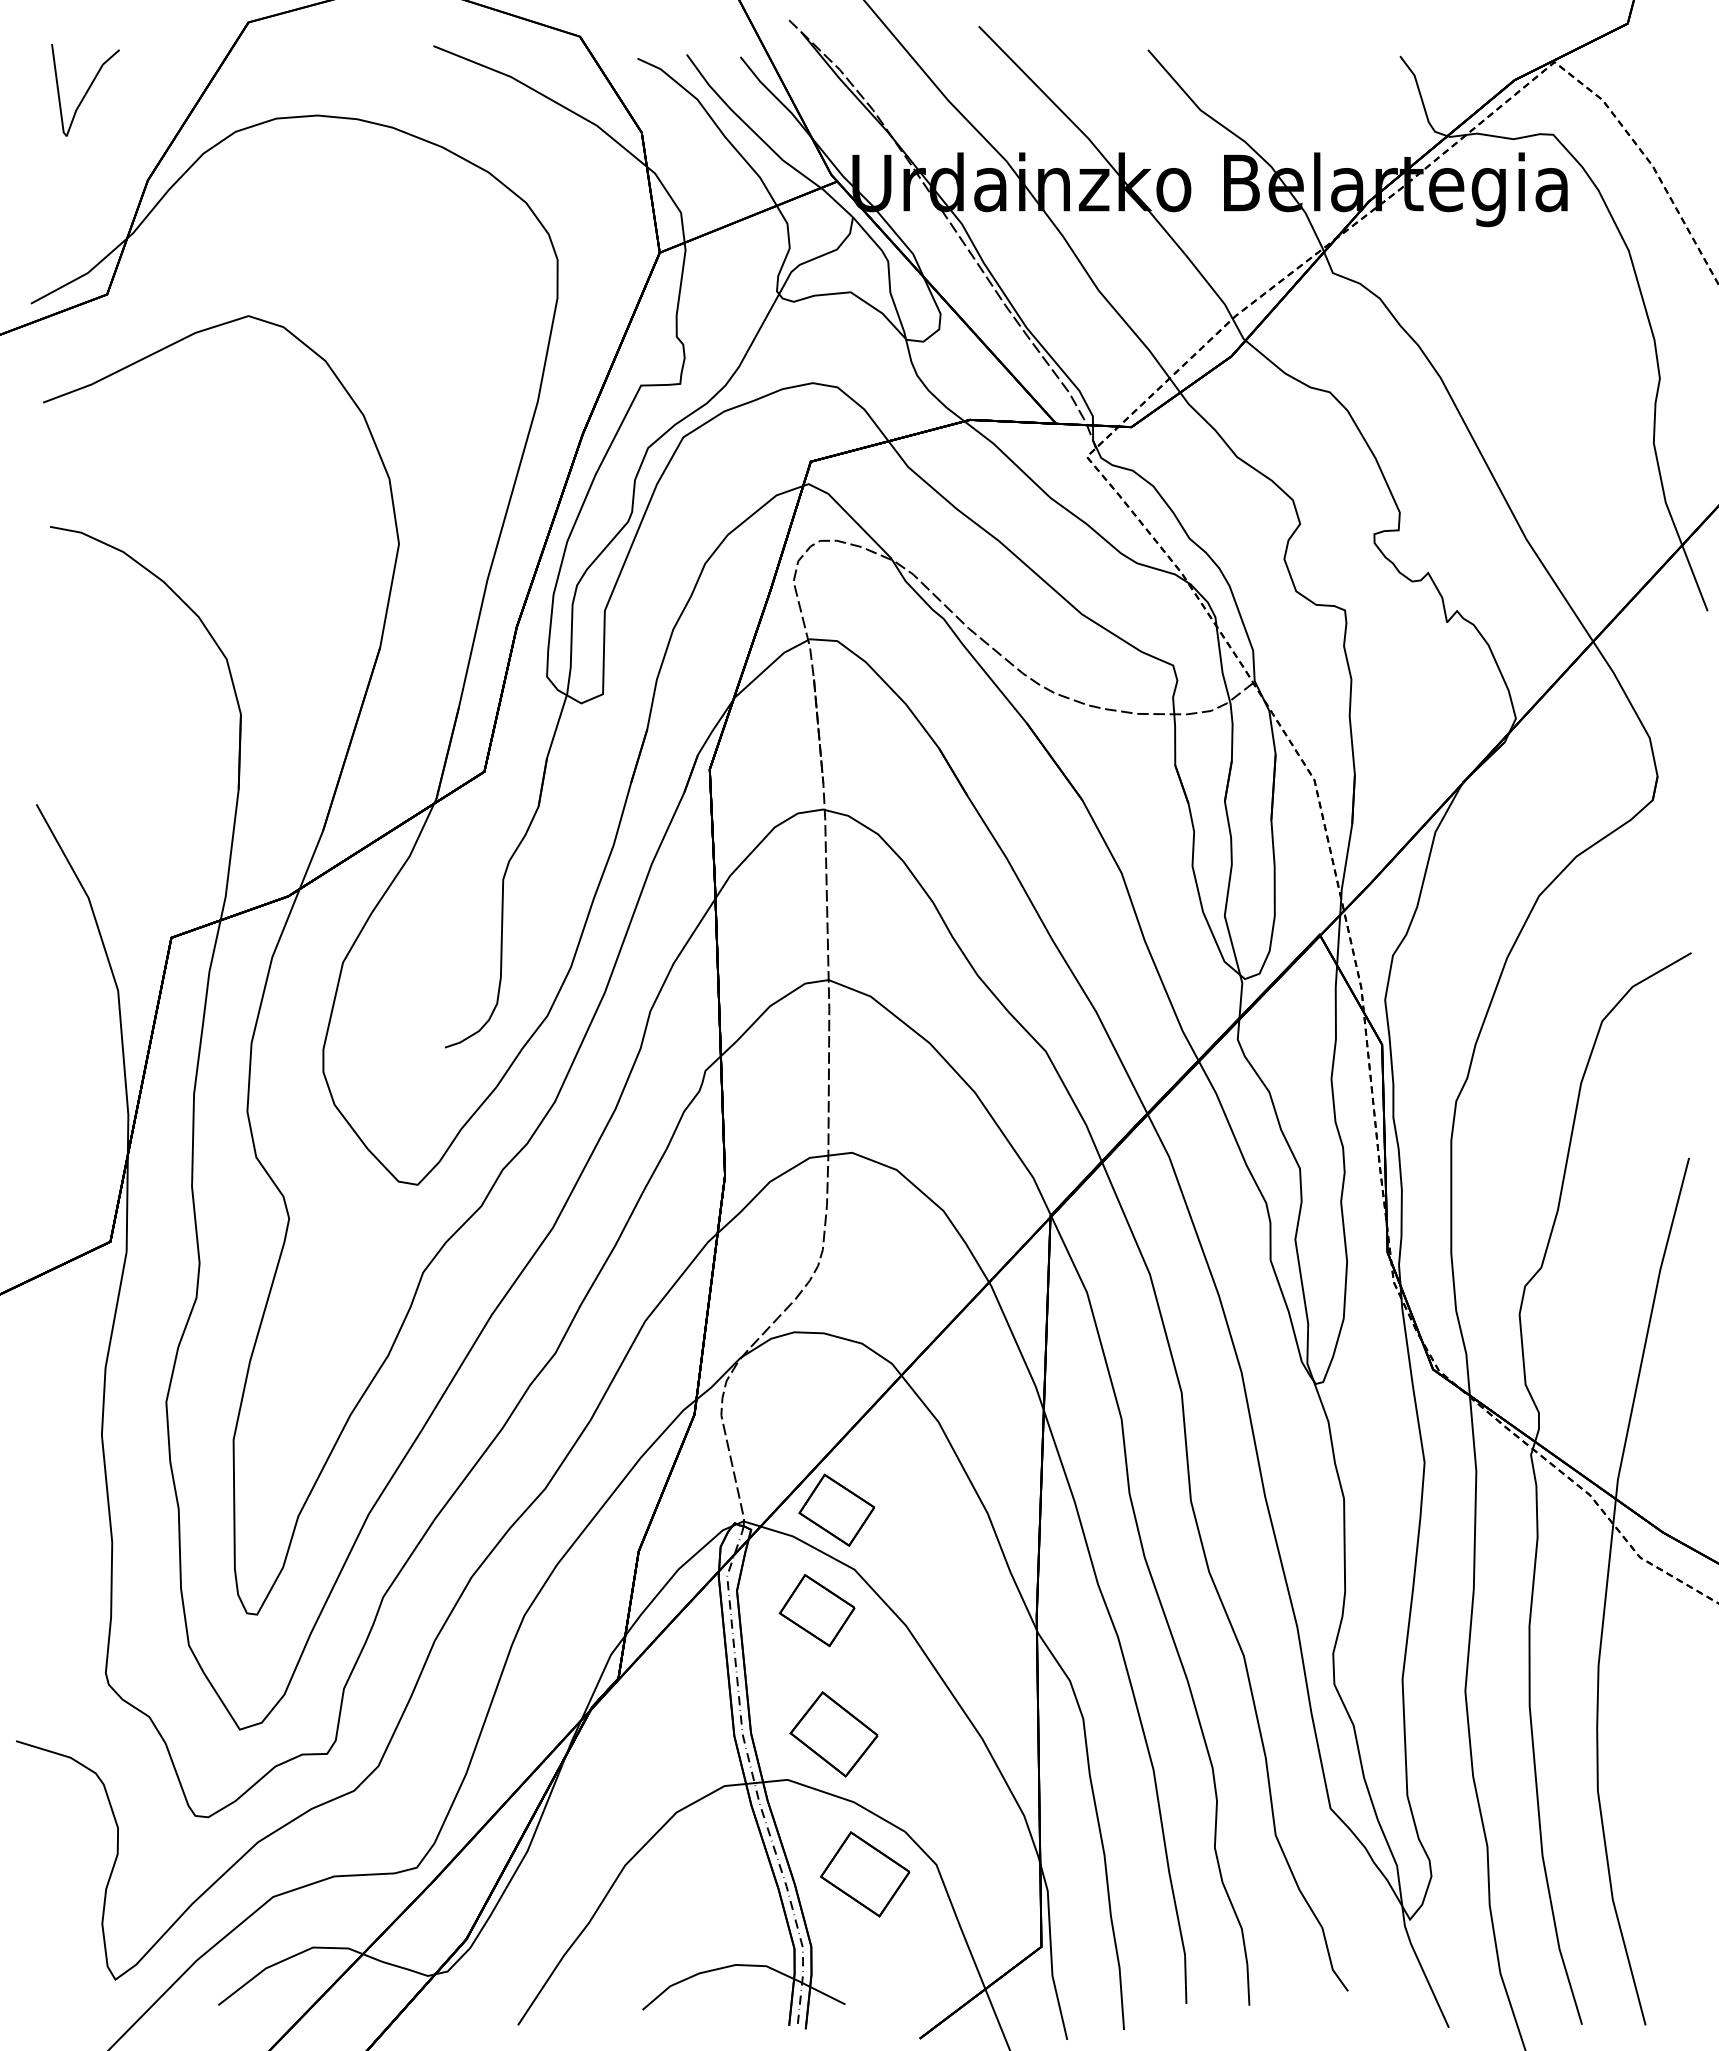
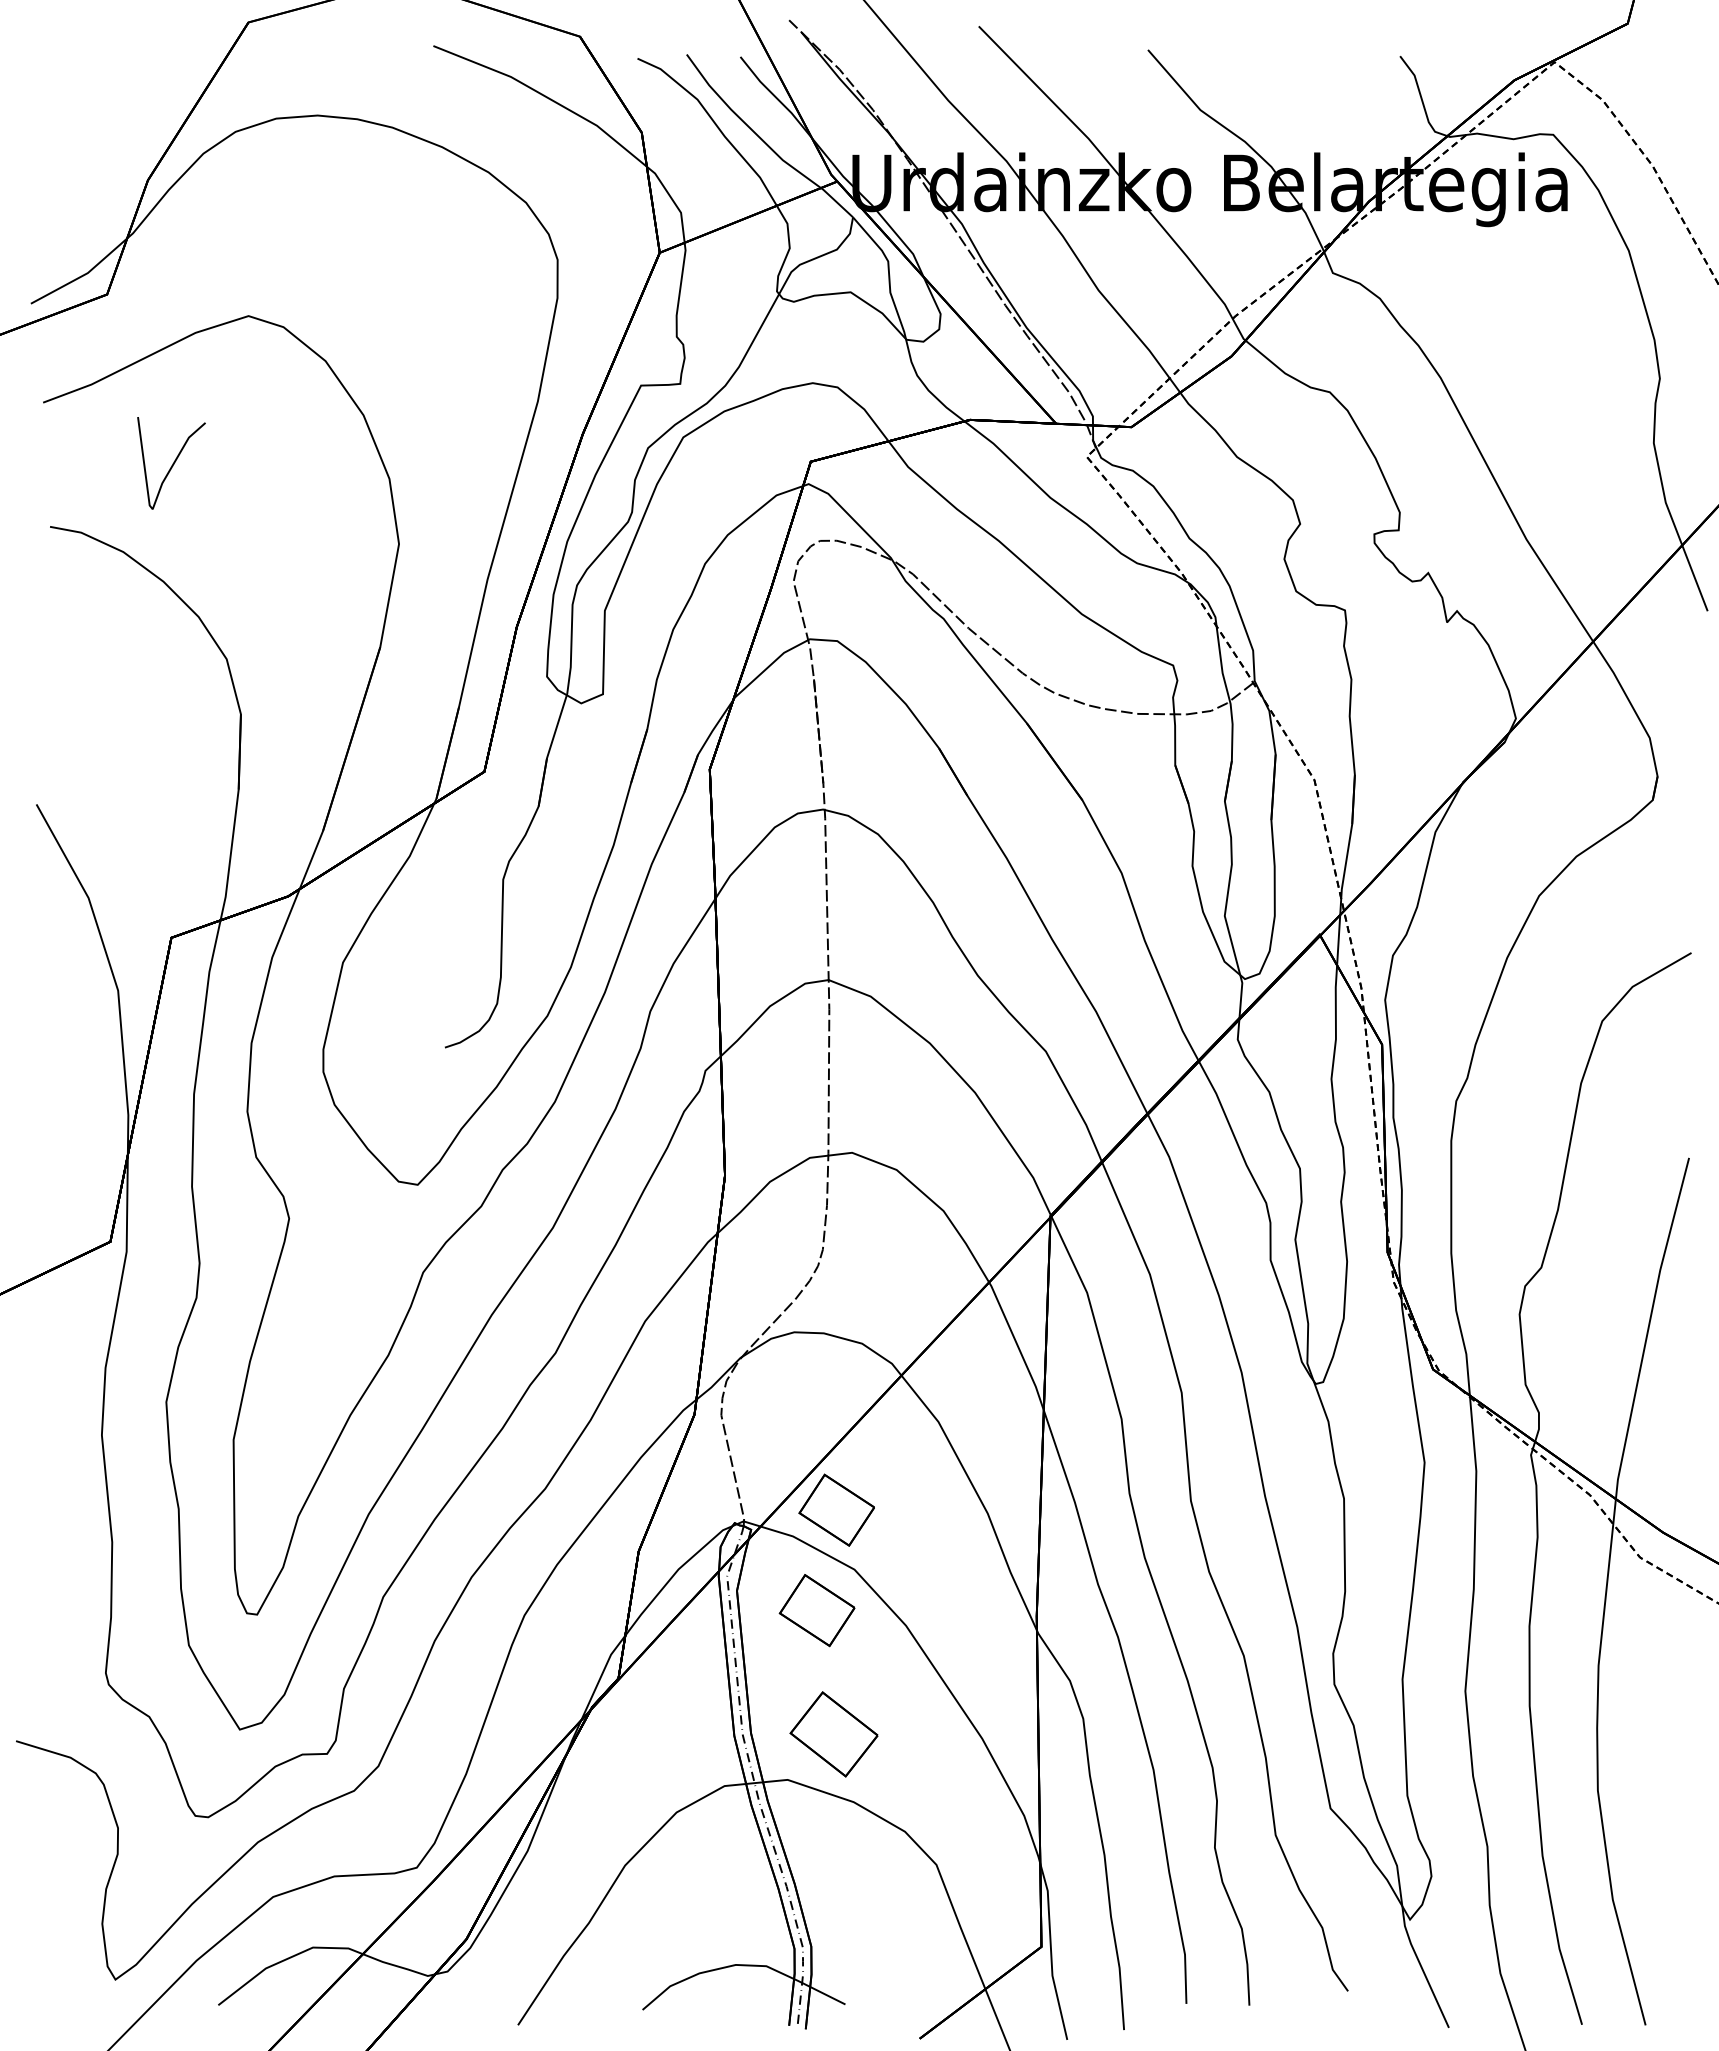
curve at (86, 90) position: (86, 90) -> (172, 463)
part at (865, 1874): present -> none
